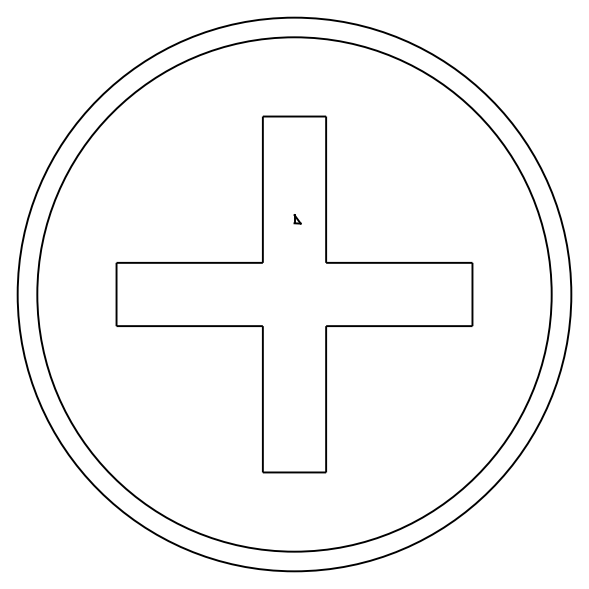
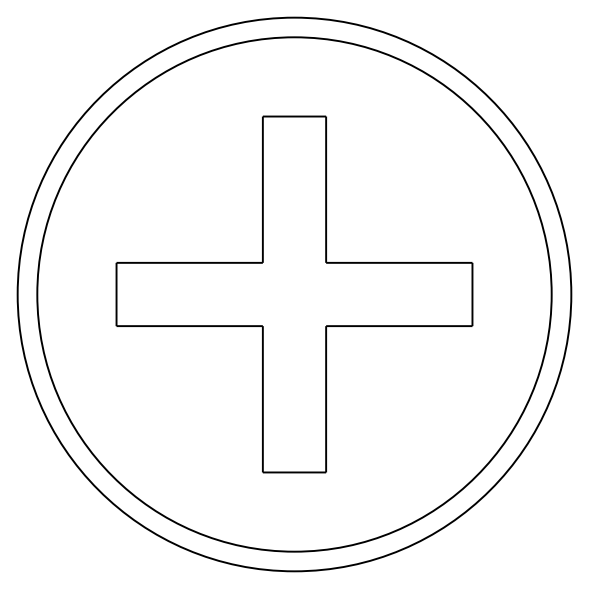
part at (297, 219): present -> none
